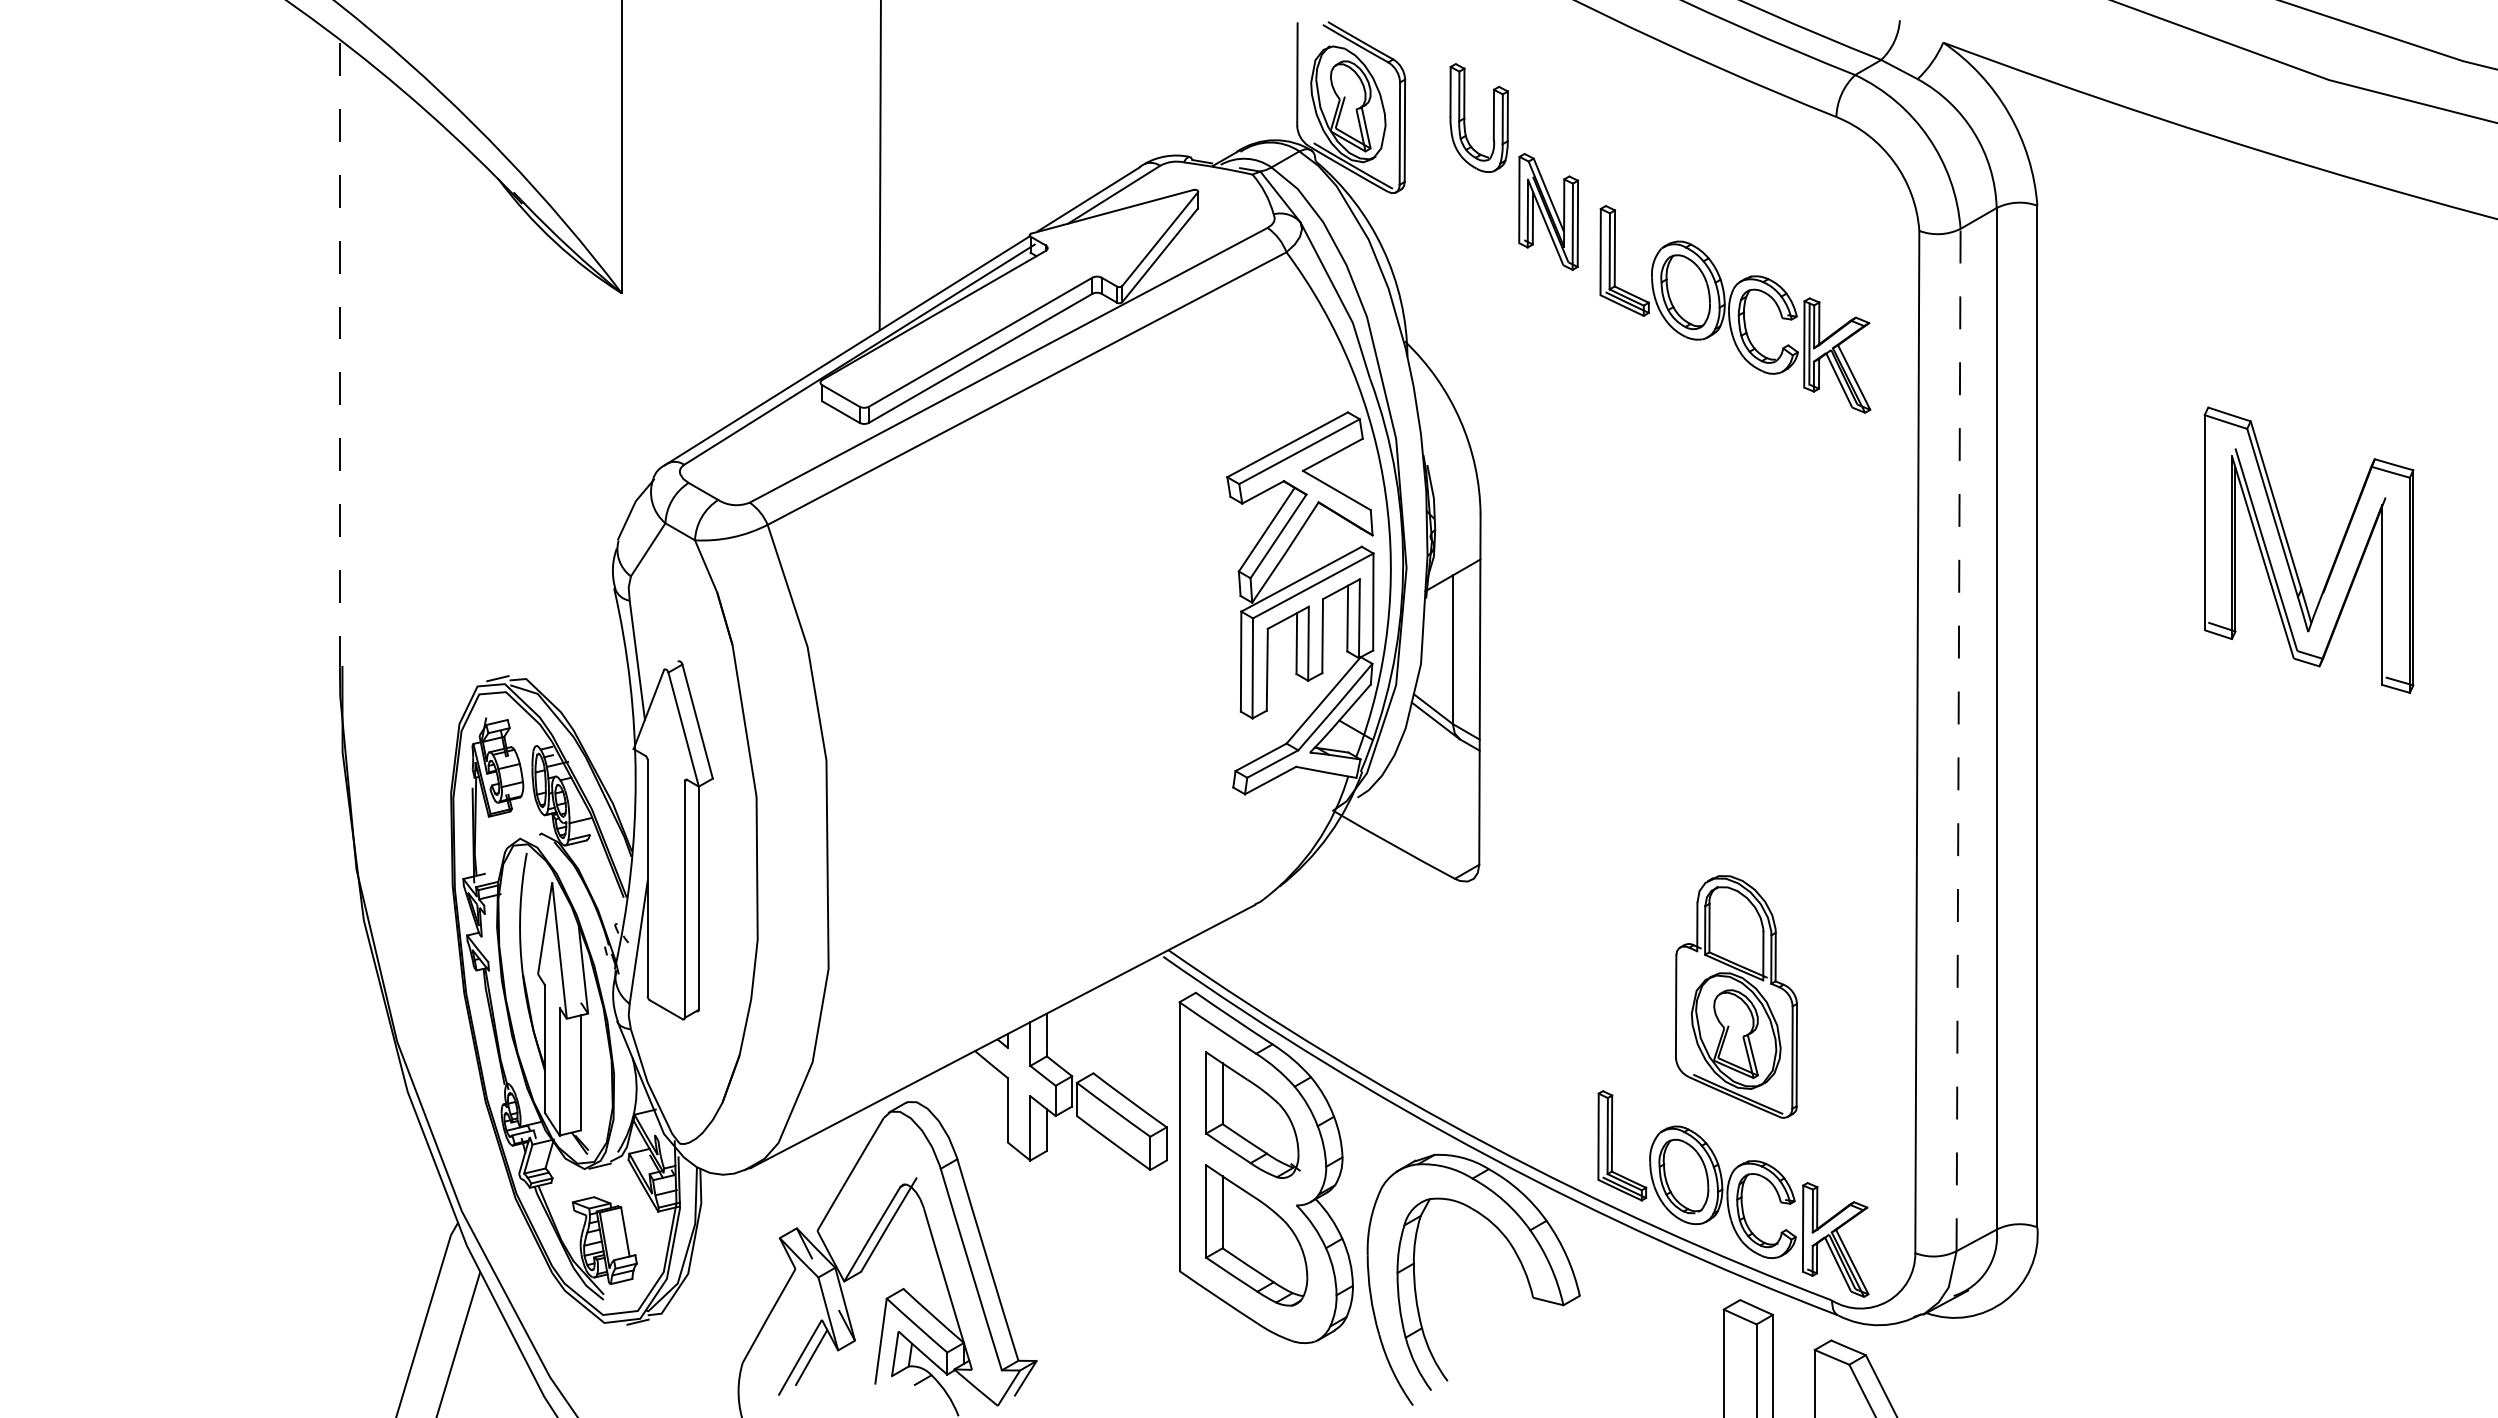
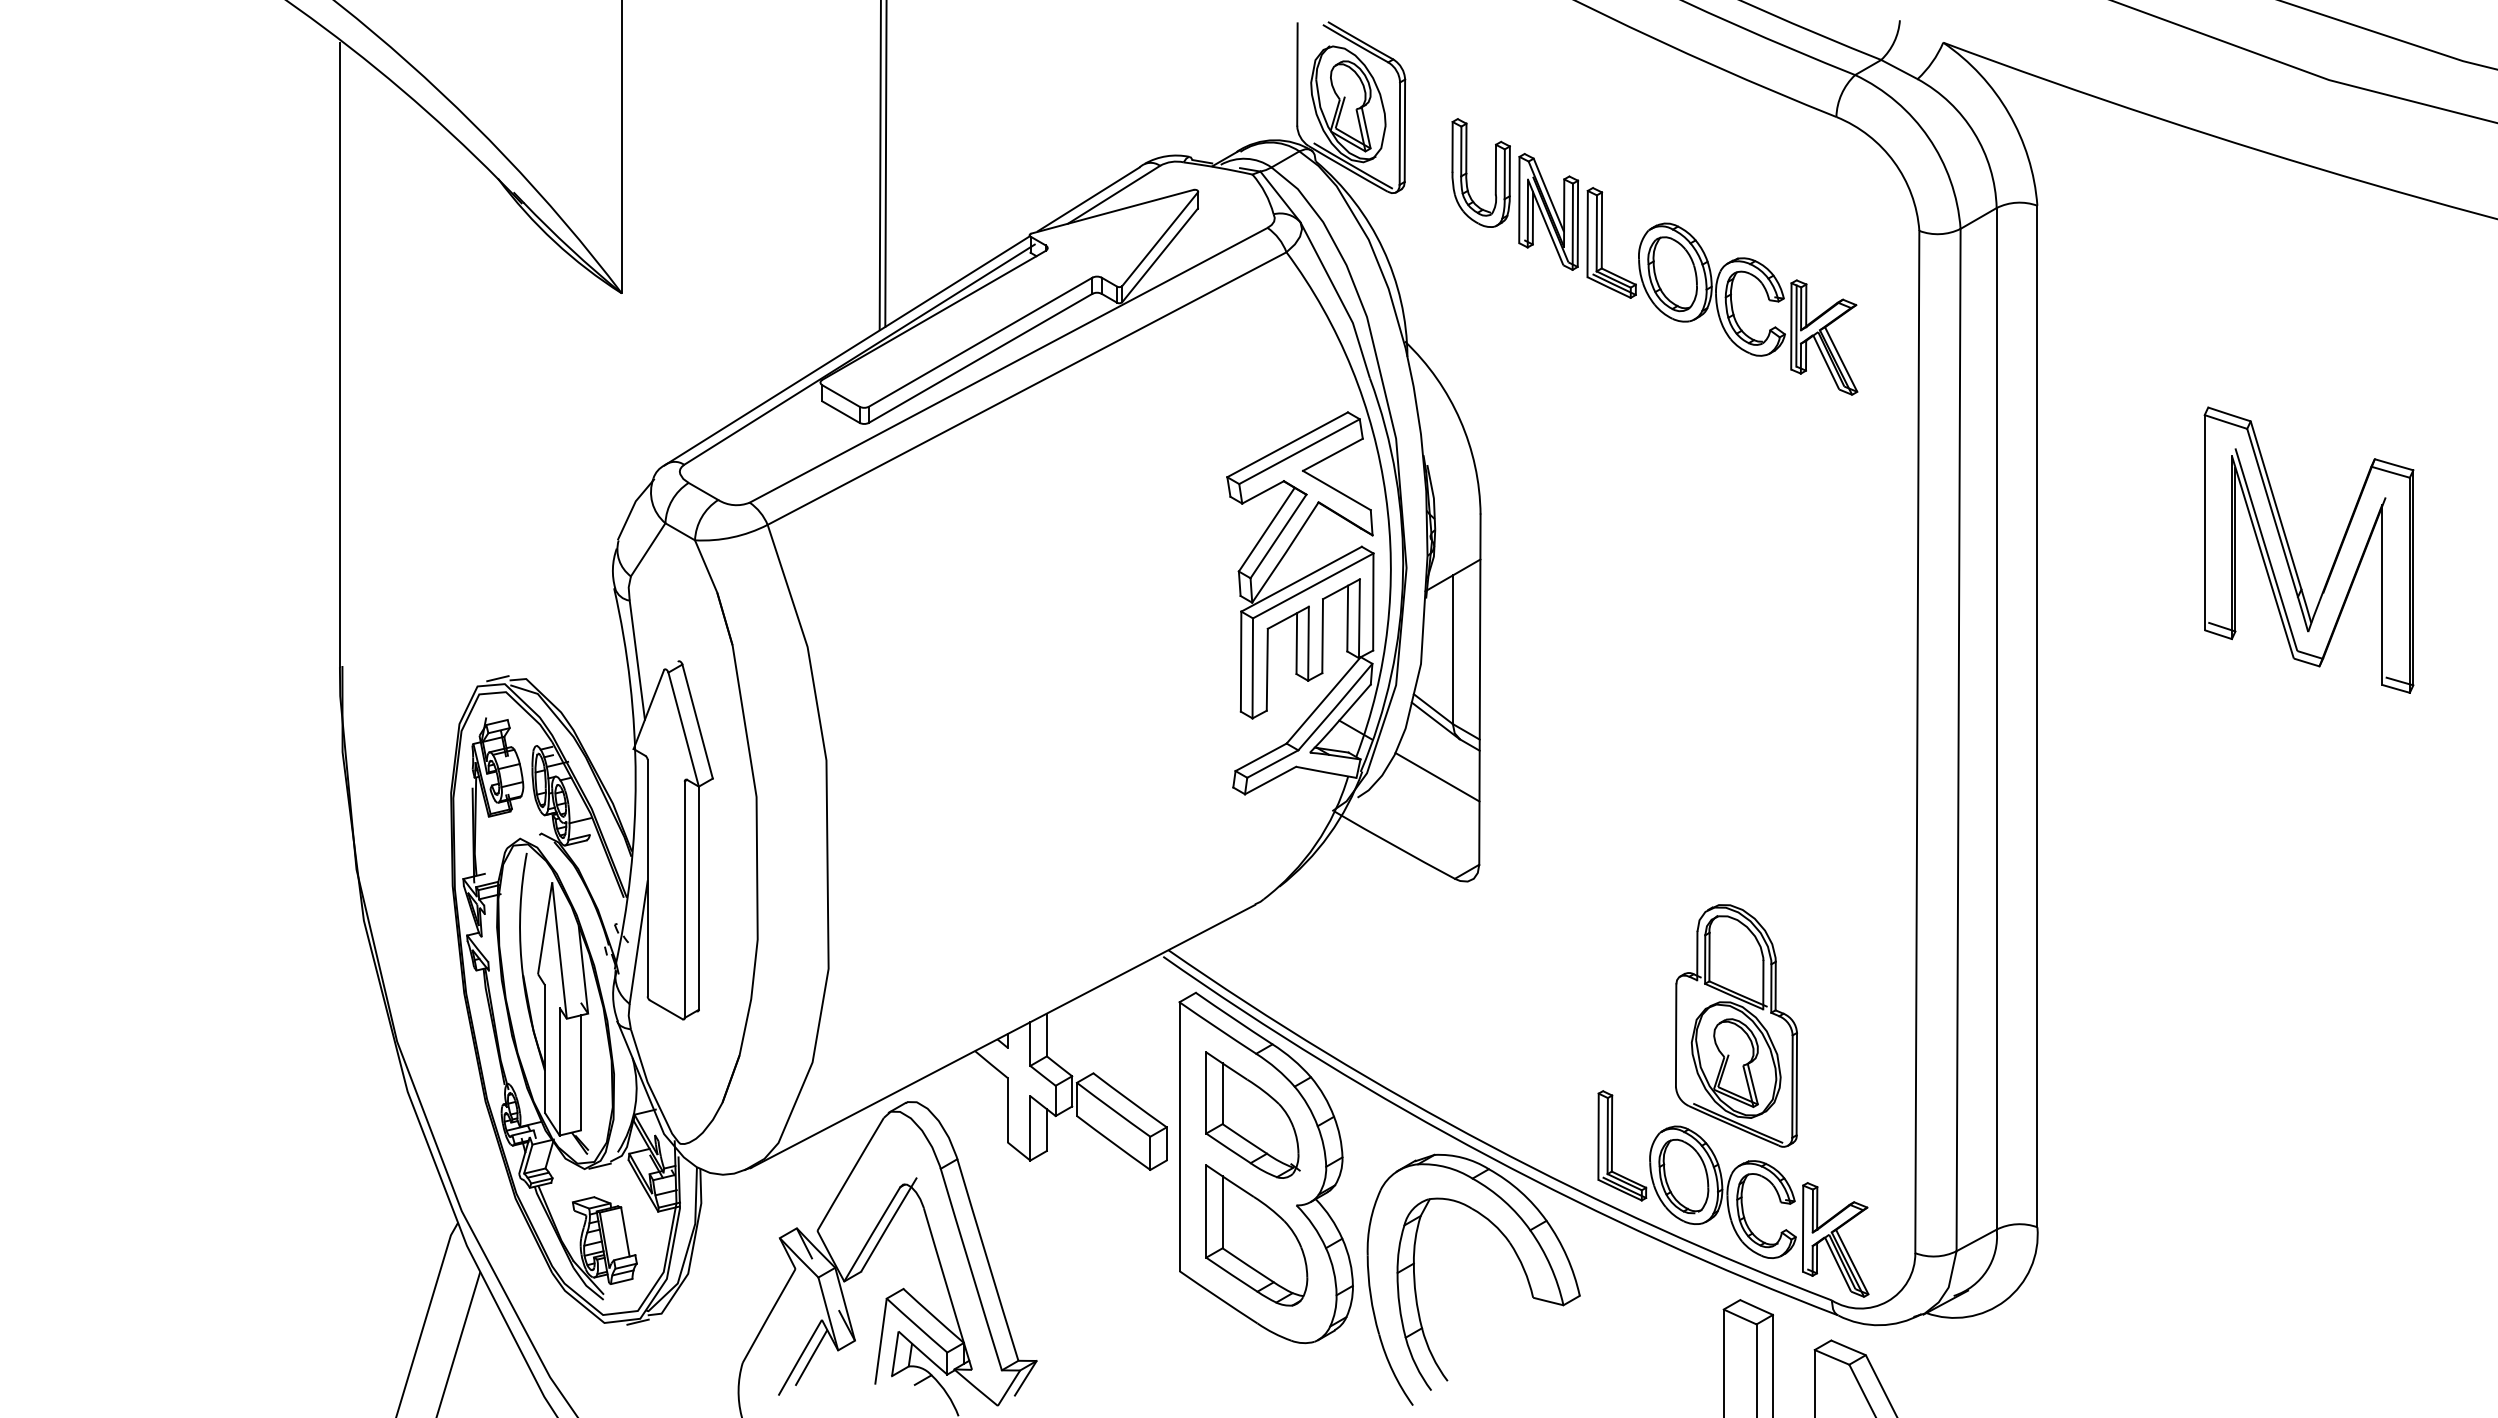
part at (1465, 117) position: (1465, 117) -> (1467, 172)
line at (885, 164): none -> present
part at (1735, 309) position: (1735, 309) -> (1722, 291)
line at (339, 355): dashed -> solid
line at (1958, 739): dashed -> solid
line at (1437, 777): none -> present
part at (1736, 996) position: (1736, 996) -> (1736, 1025)
